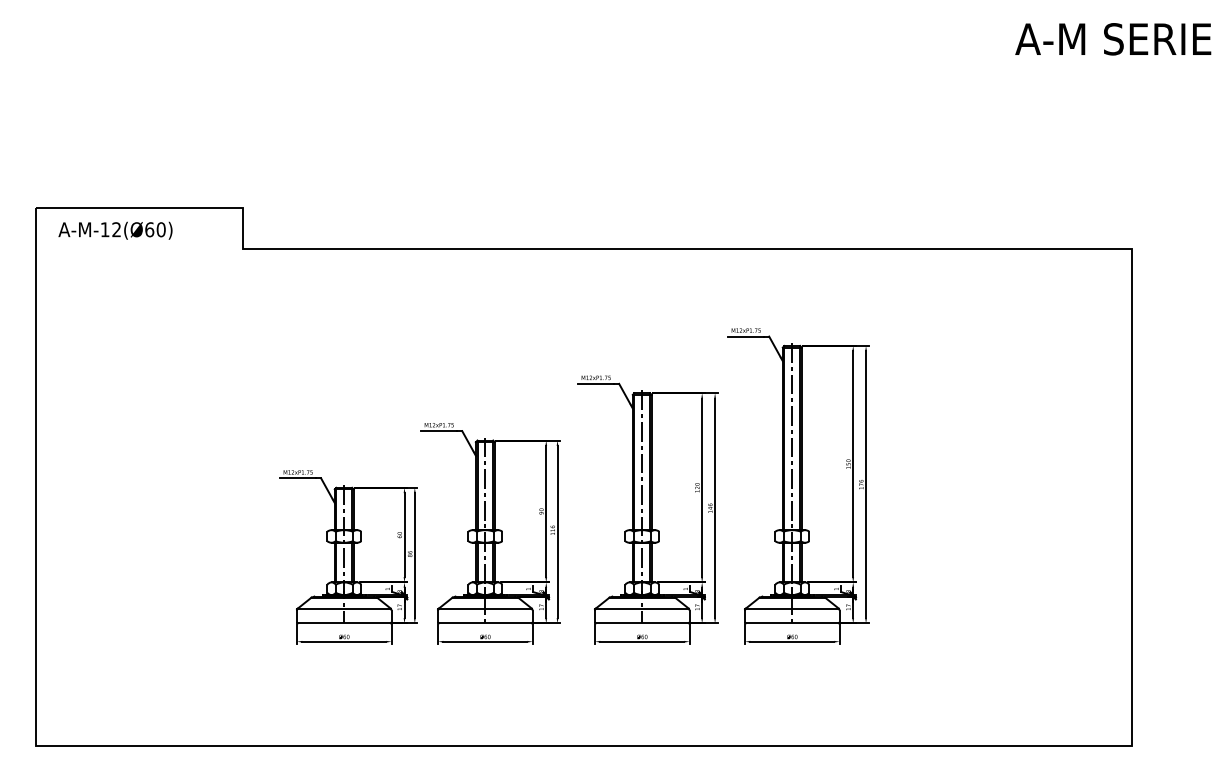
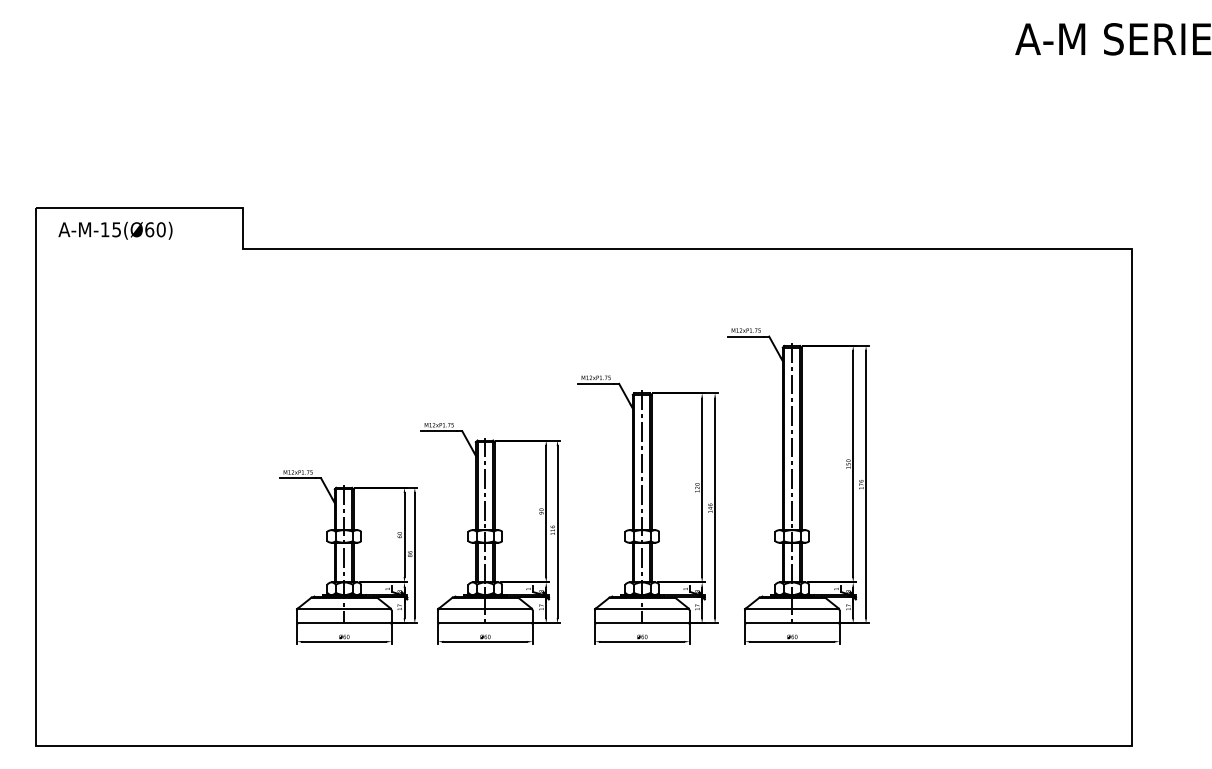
text at (116, 229): A-M-12(Ø60) -> A-M-15(Ø60)
